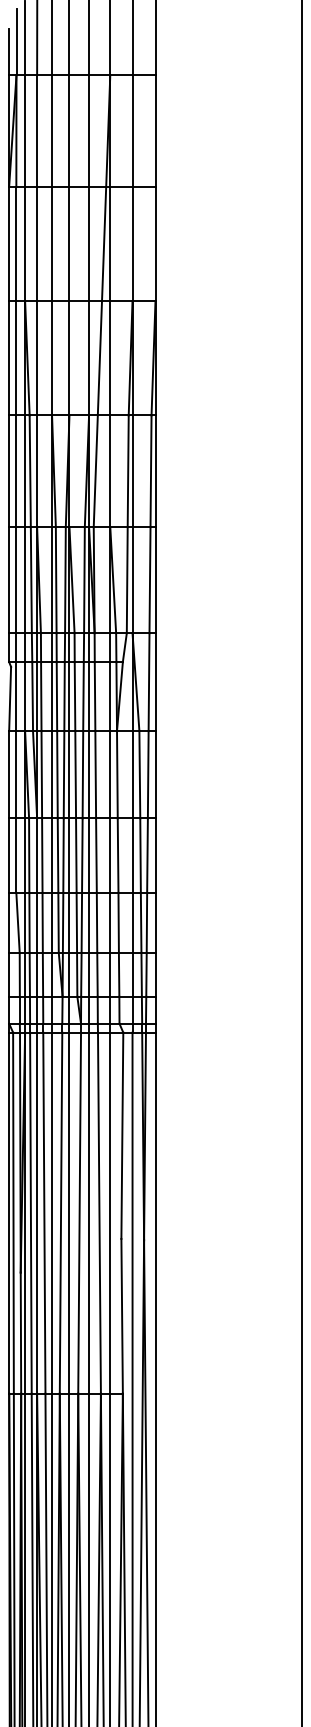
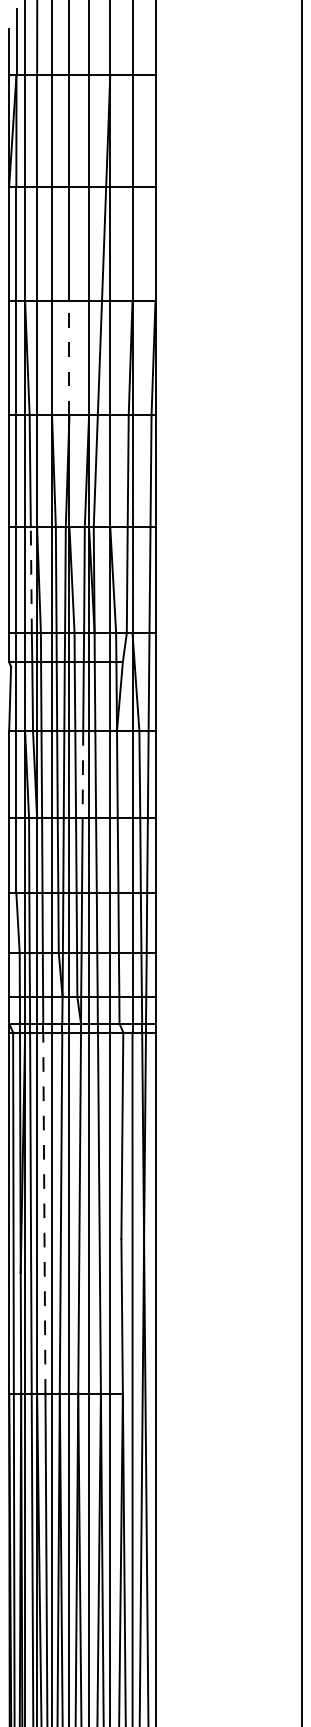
line at (69, 357): solid -> dashed
line at (31, 579): solid -> dashed
line at (82, 774): solid -> dashed
line at (44, 1213): solid -> dashed
